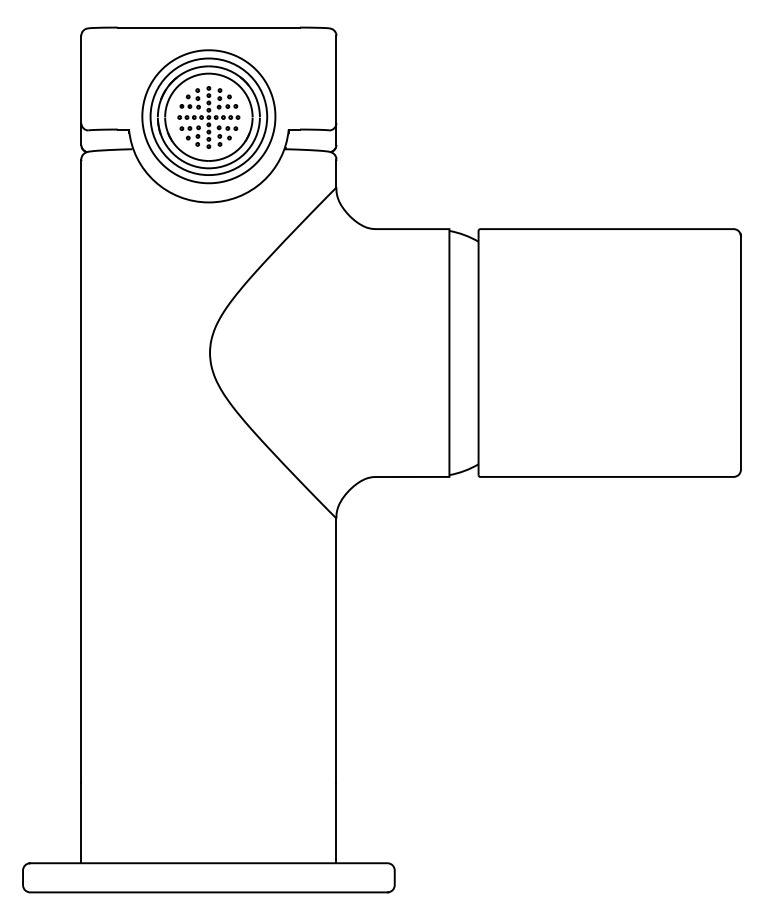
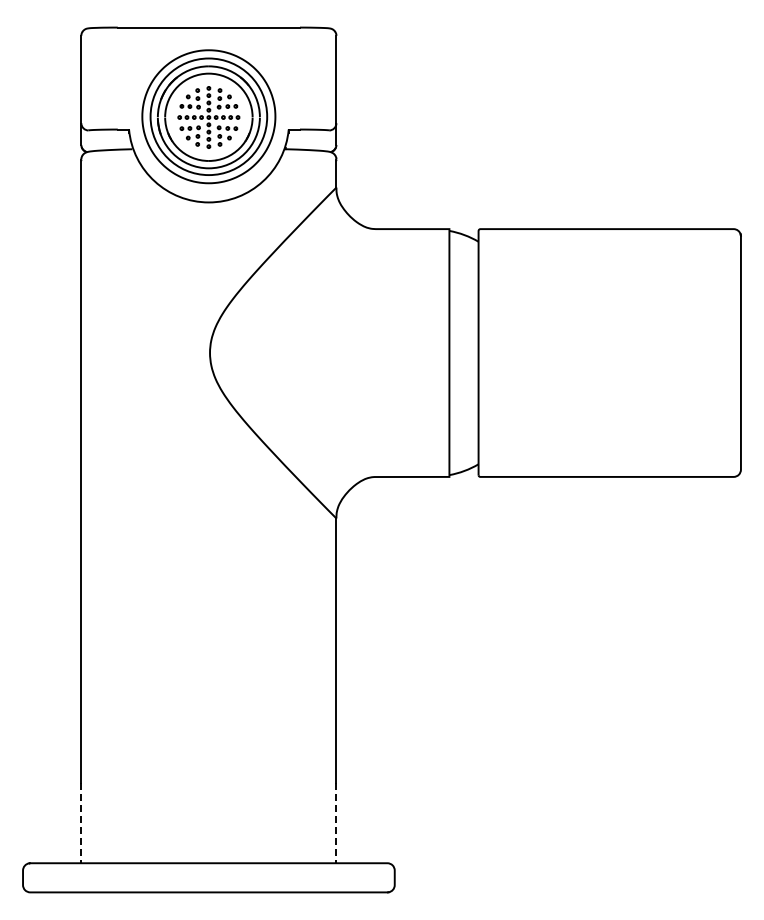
line at (81, 823): solid -> dashed
line at (336, 823): solid -> dashed
